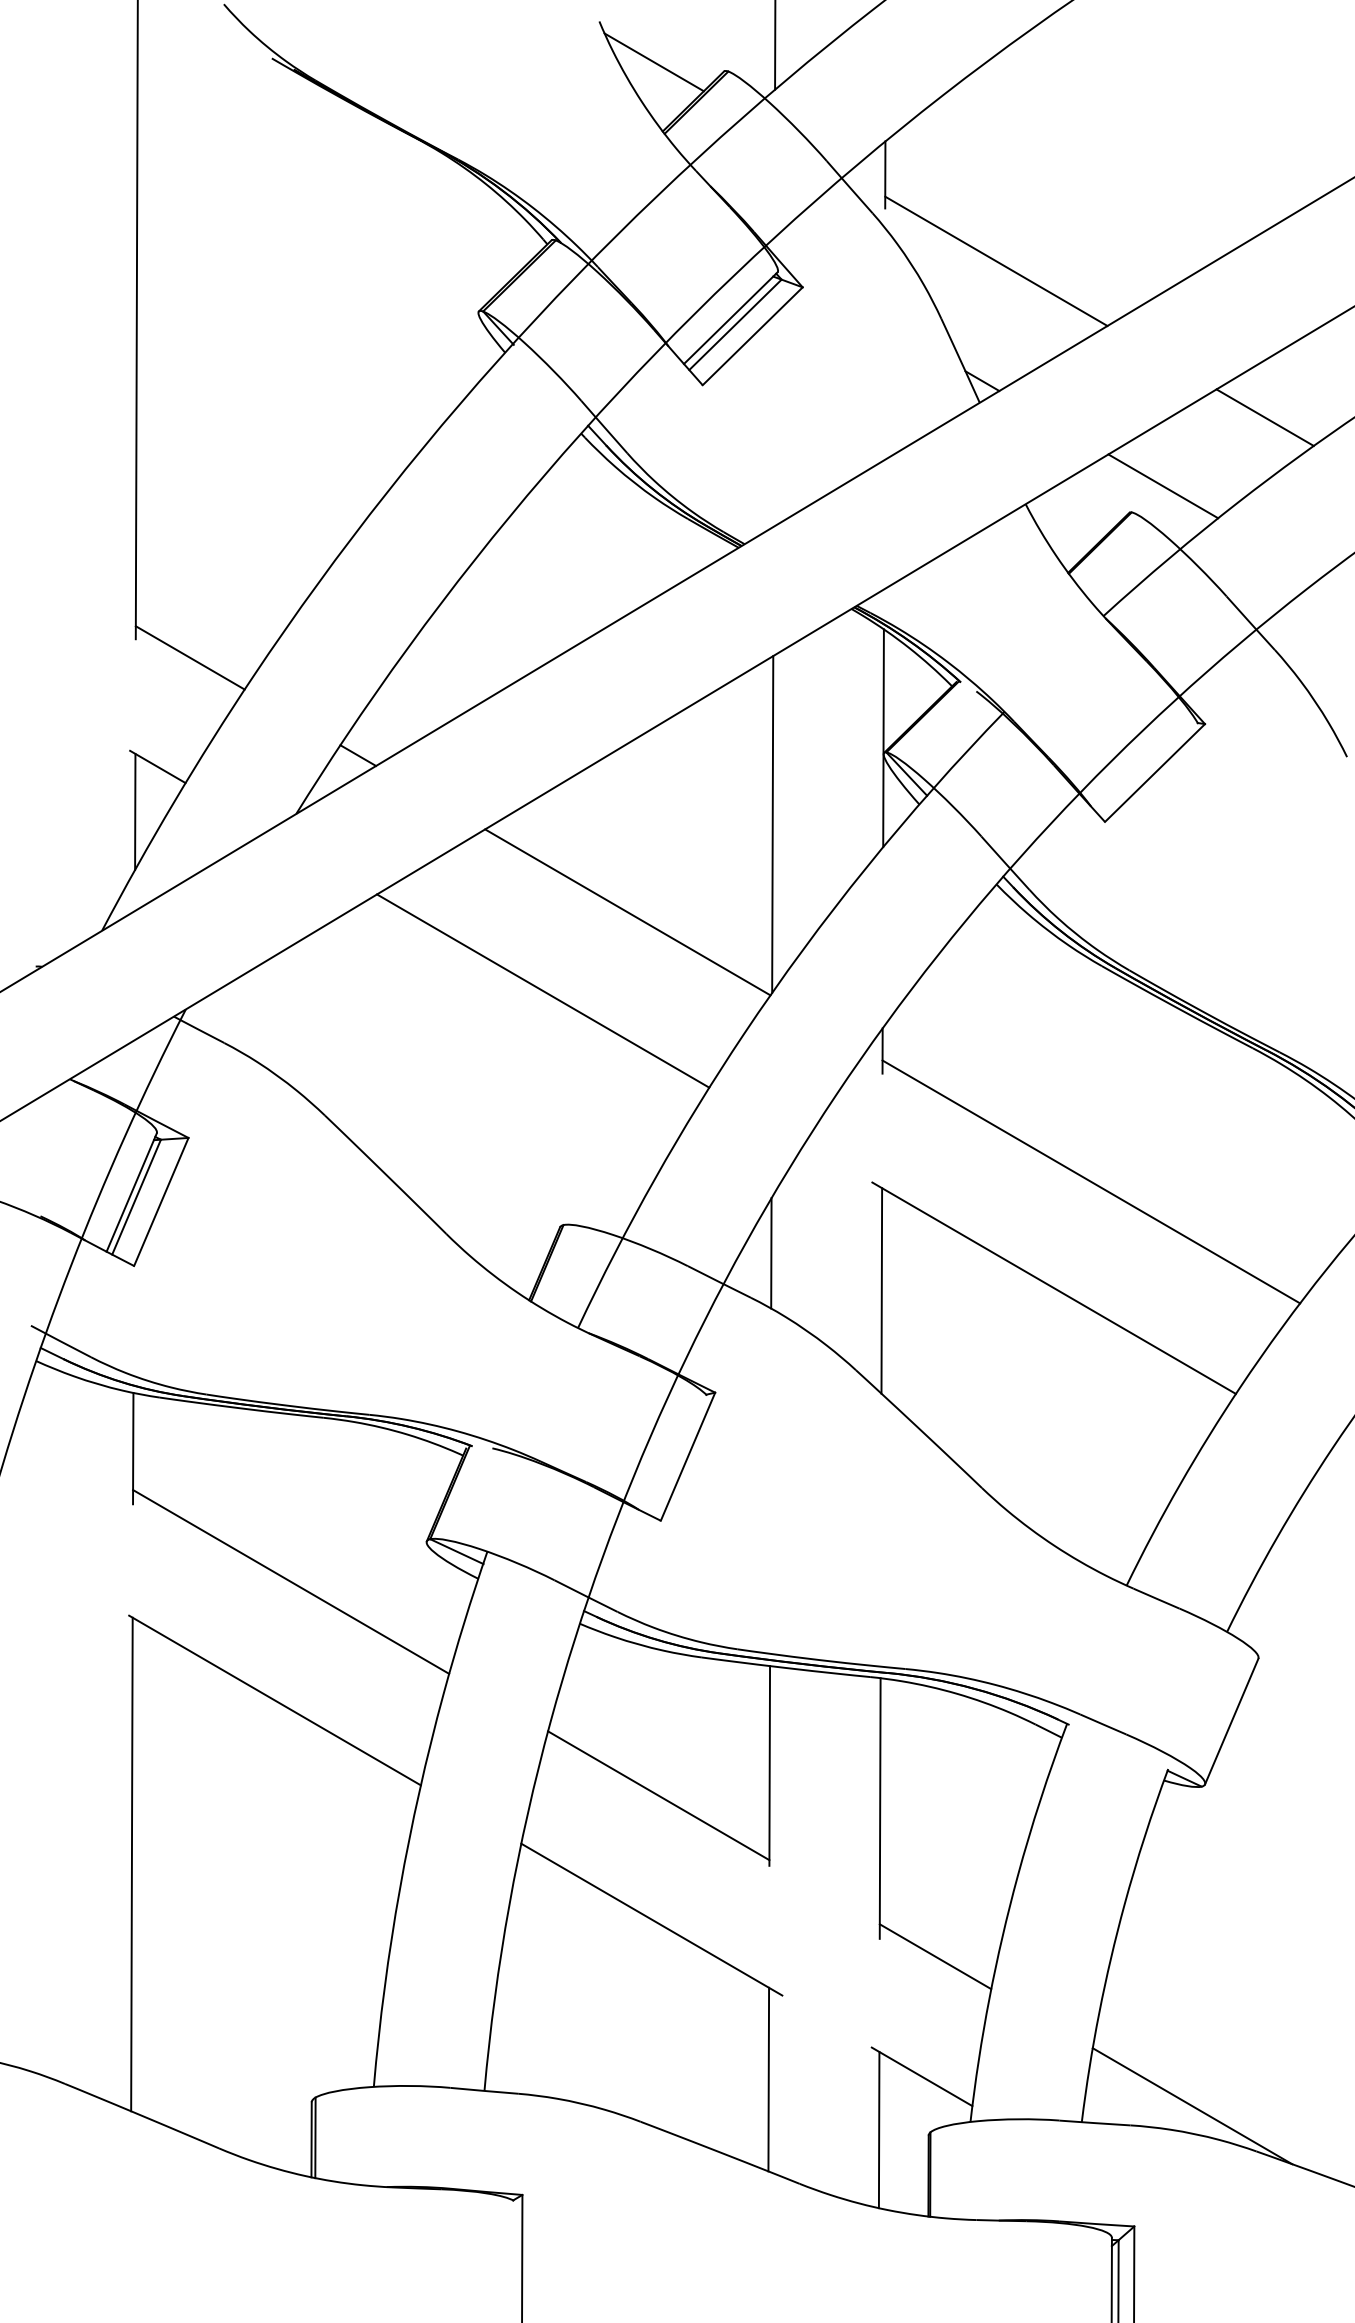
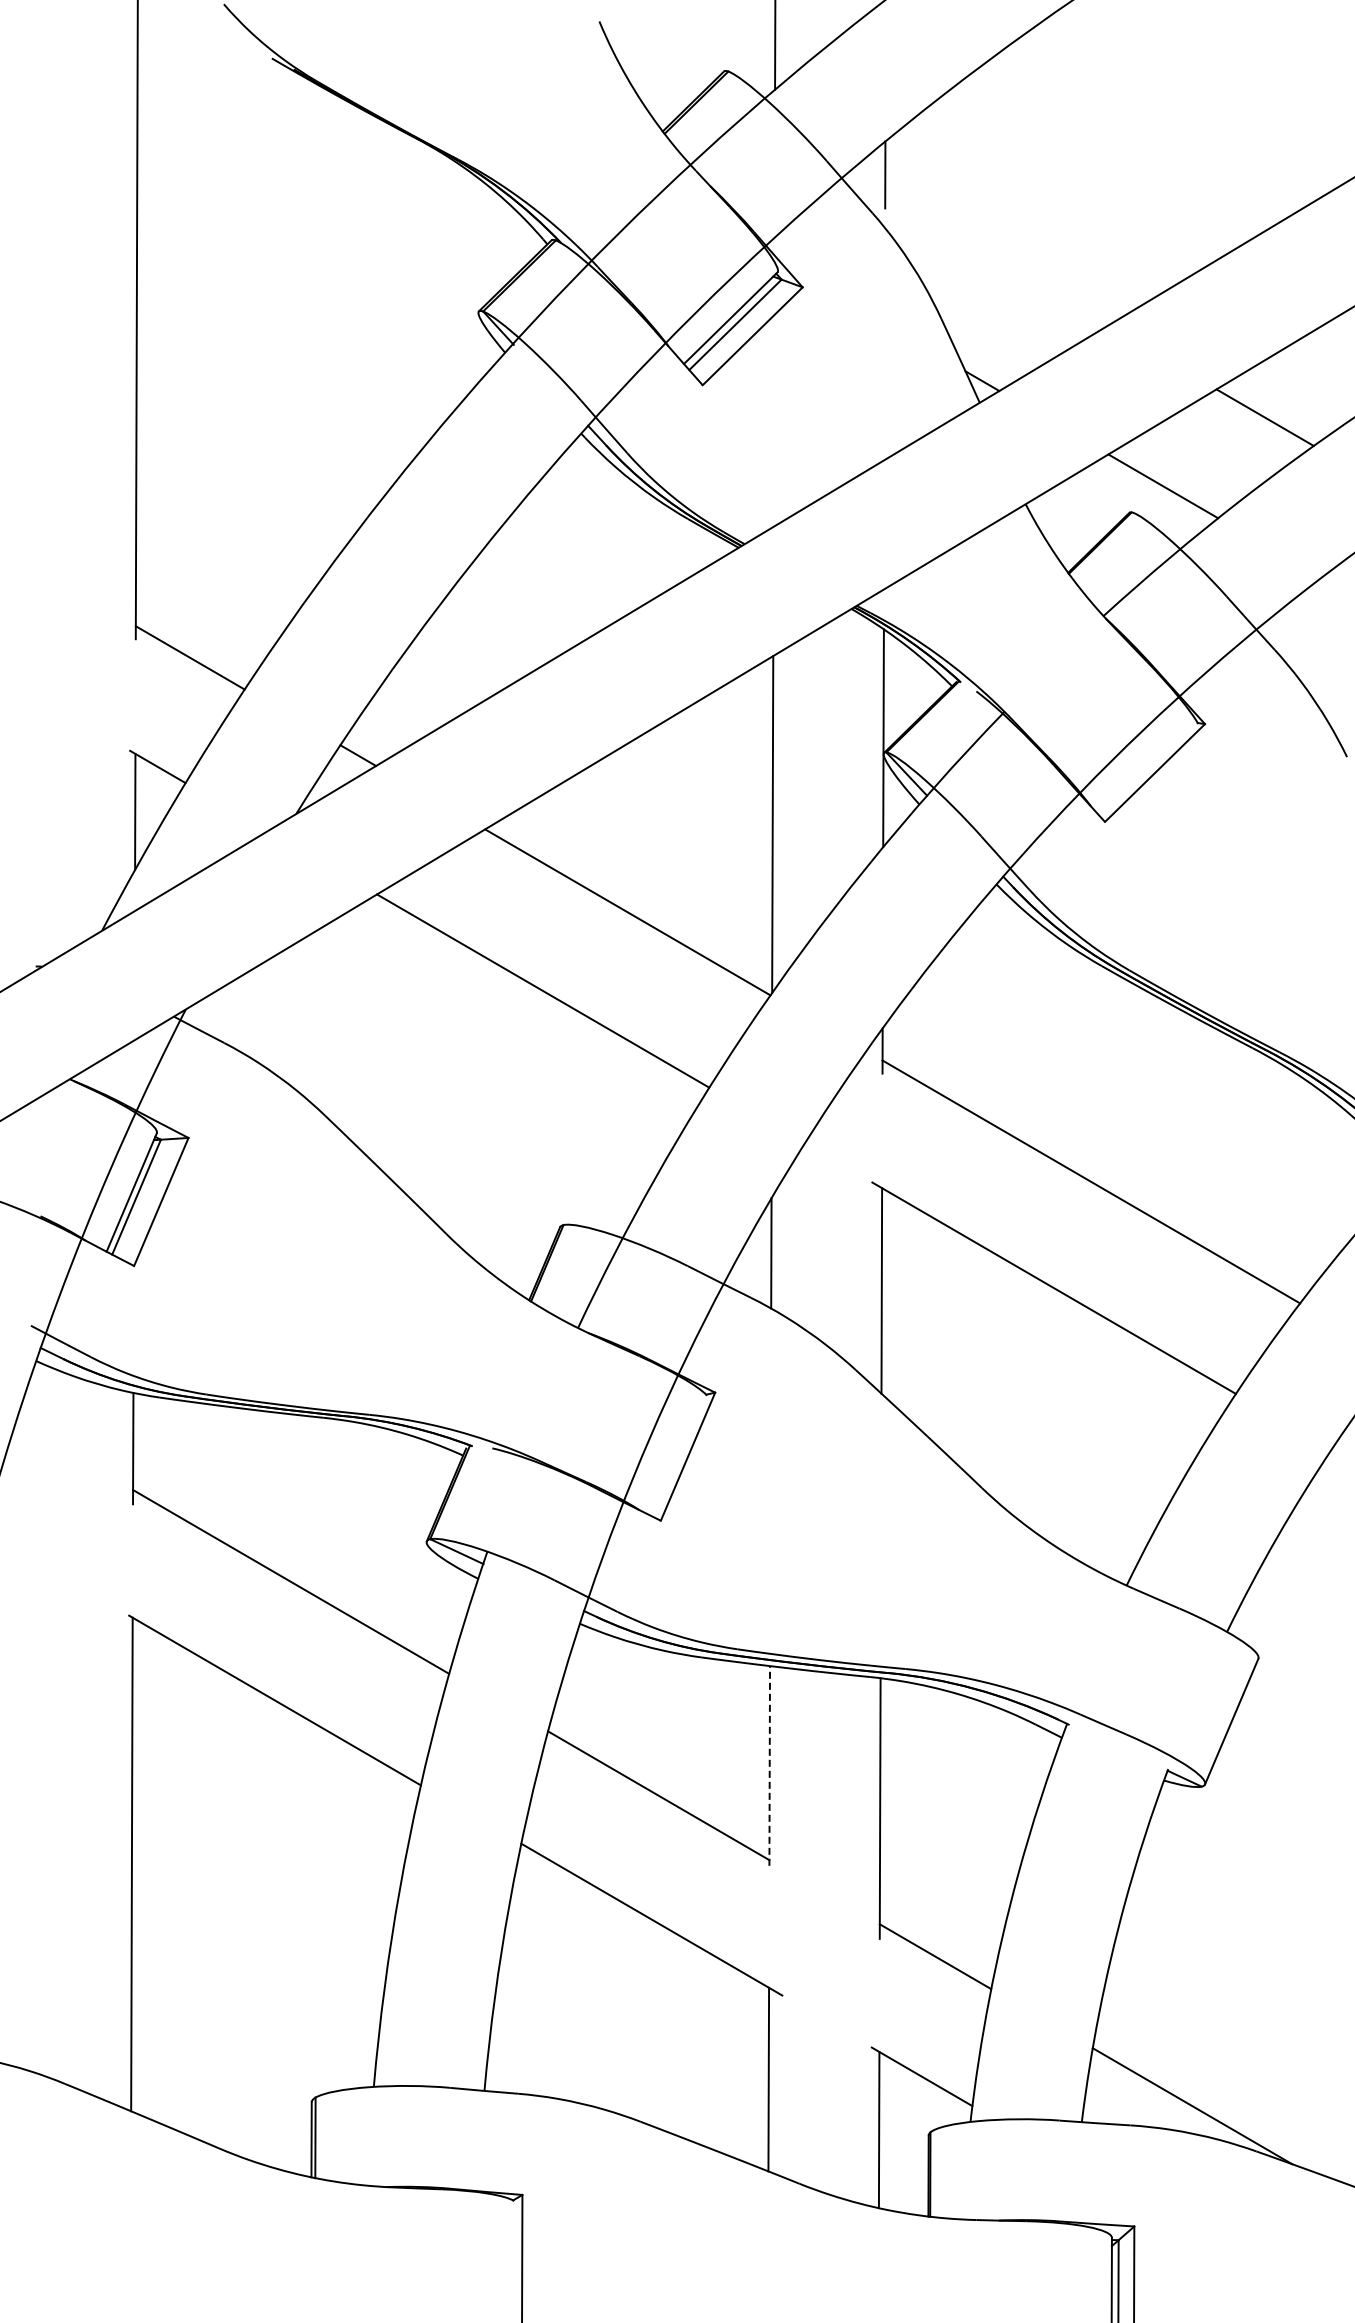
line at (653, 62): present -> none
line at (996, 261): present -> none
line at (769, 1765): solid -> dashed
